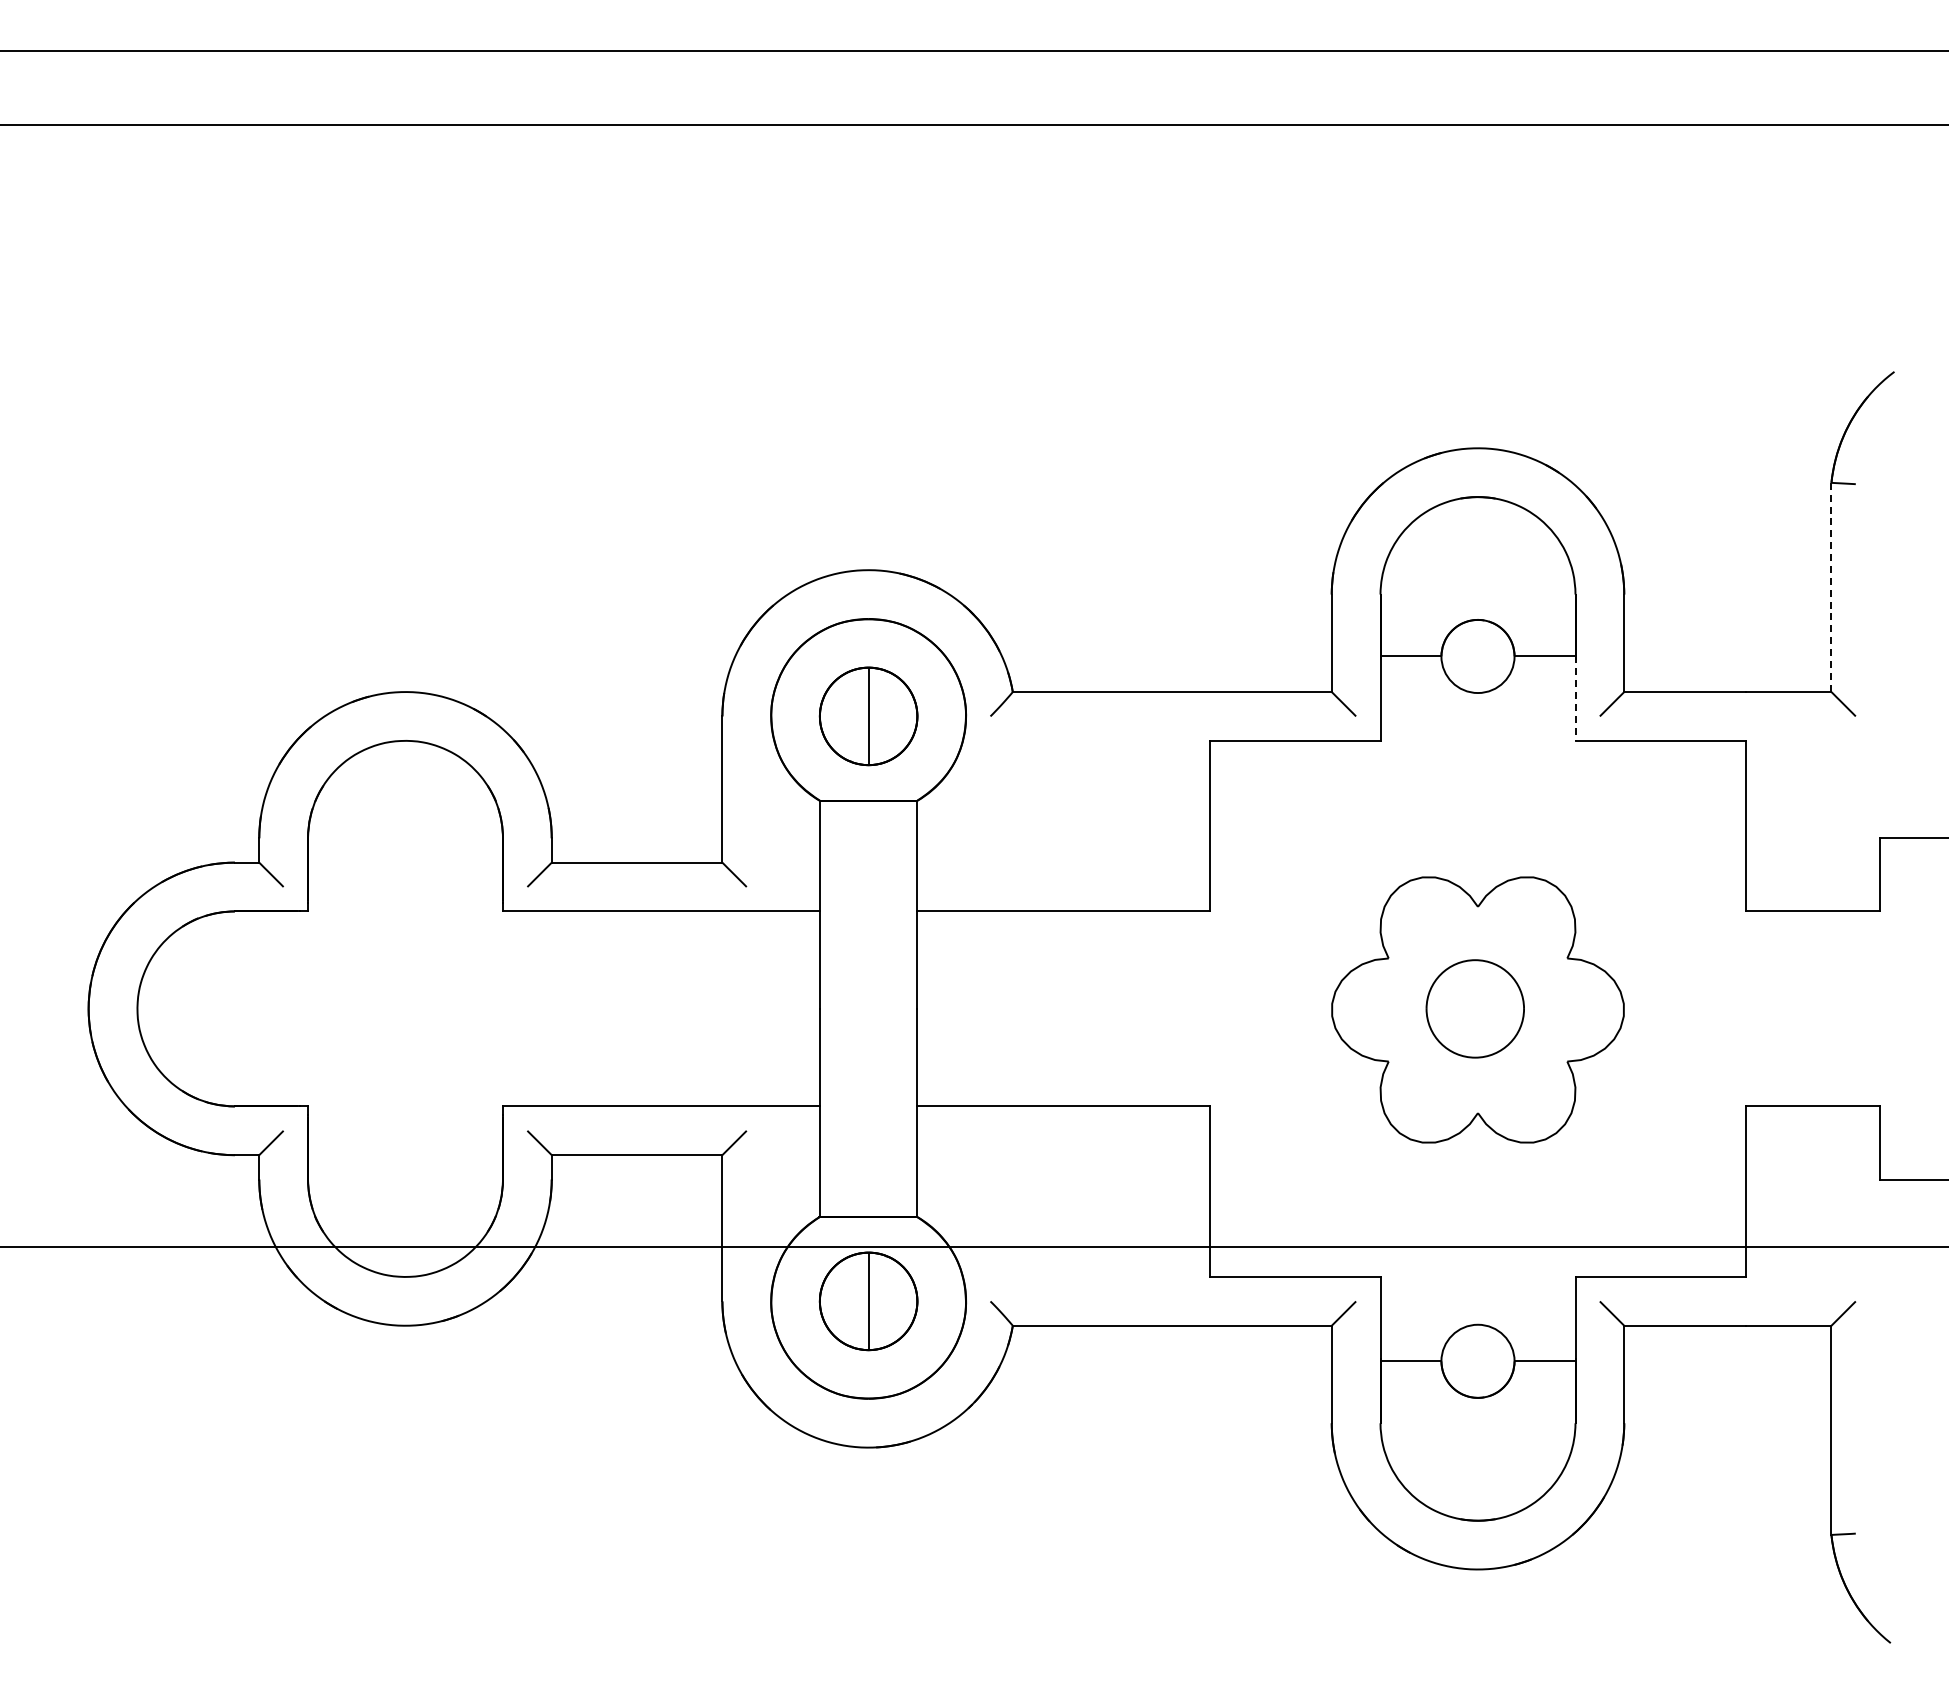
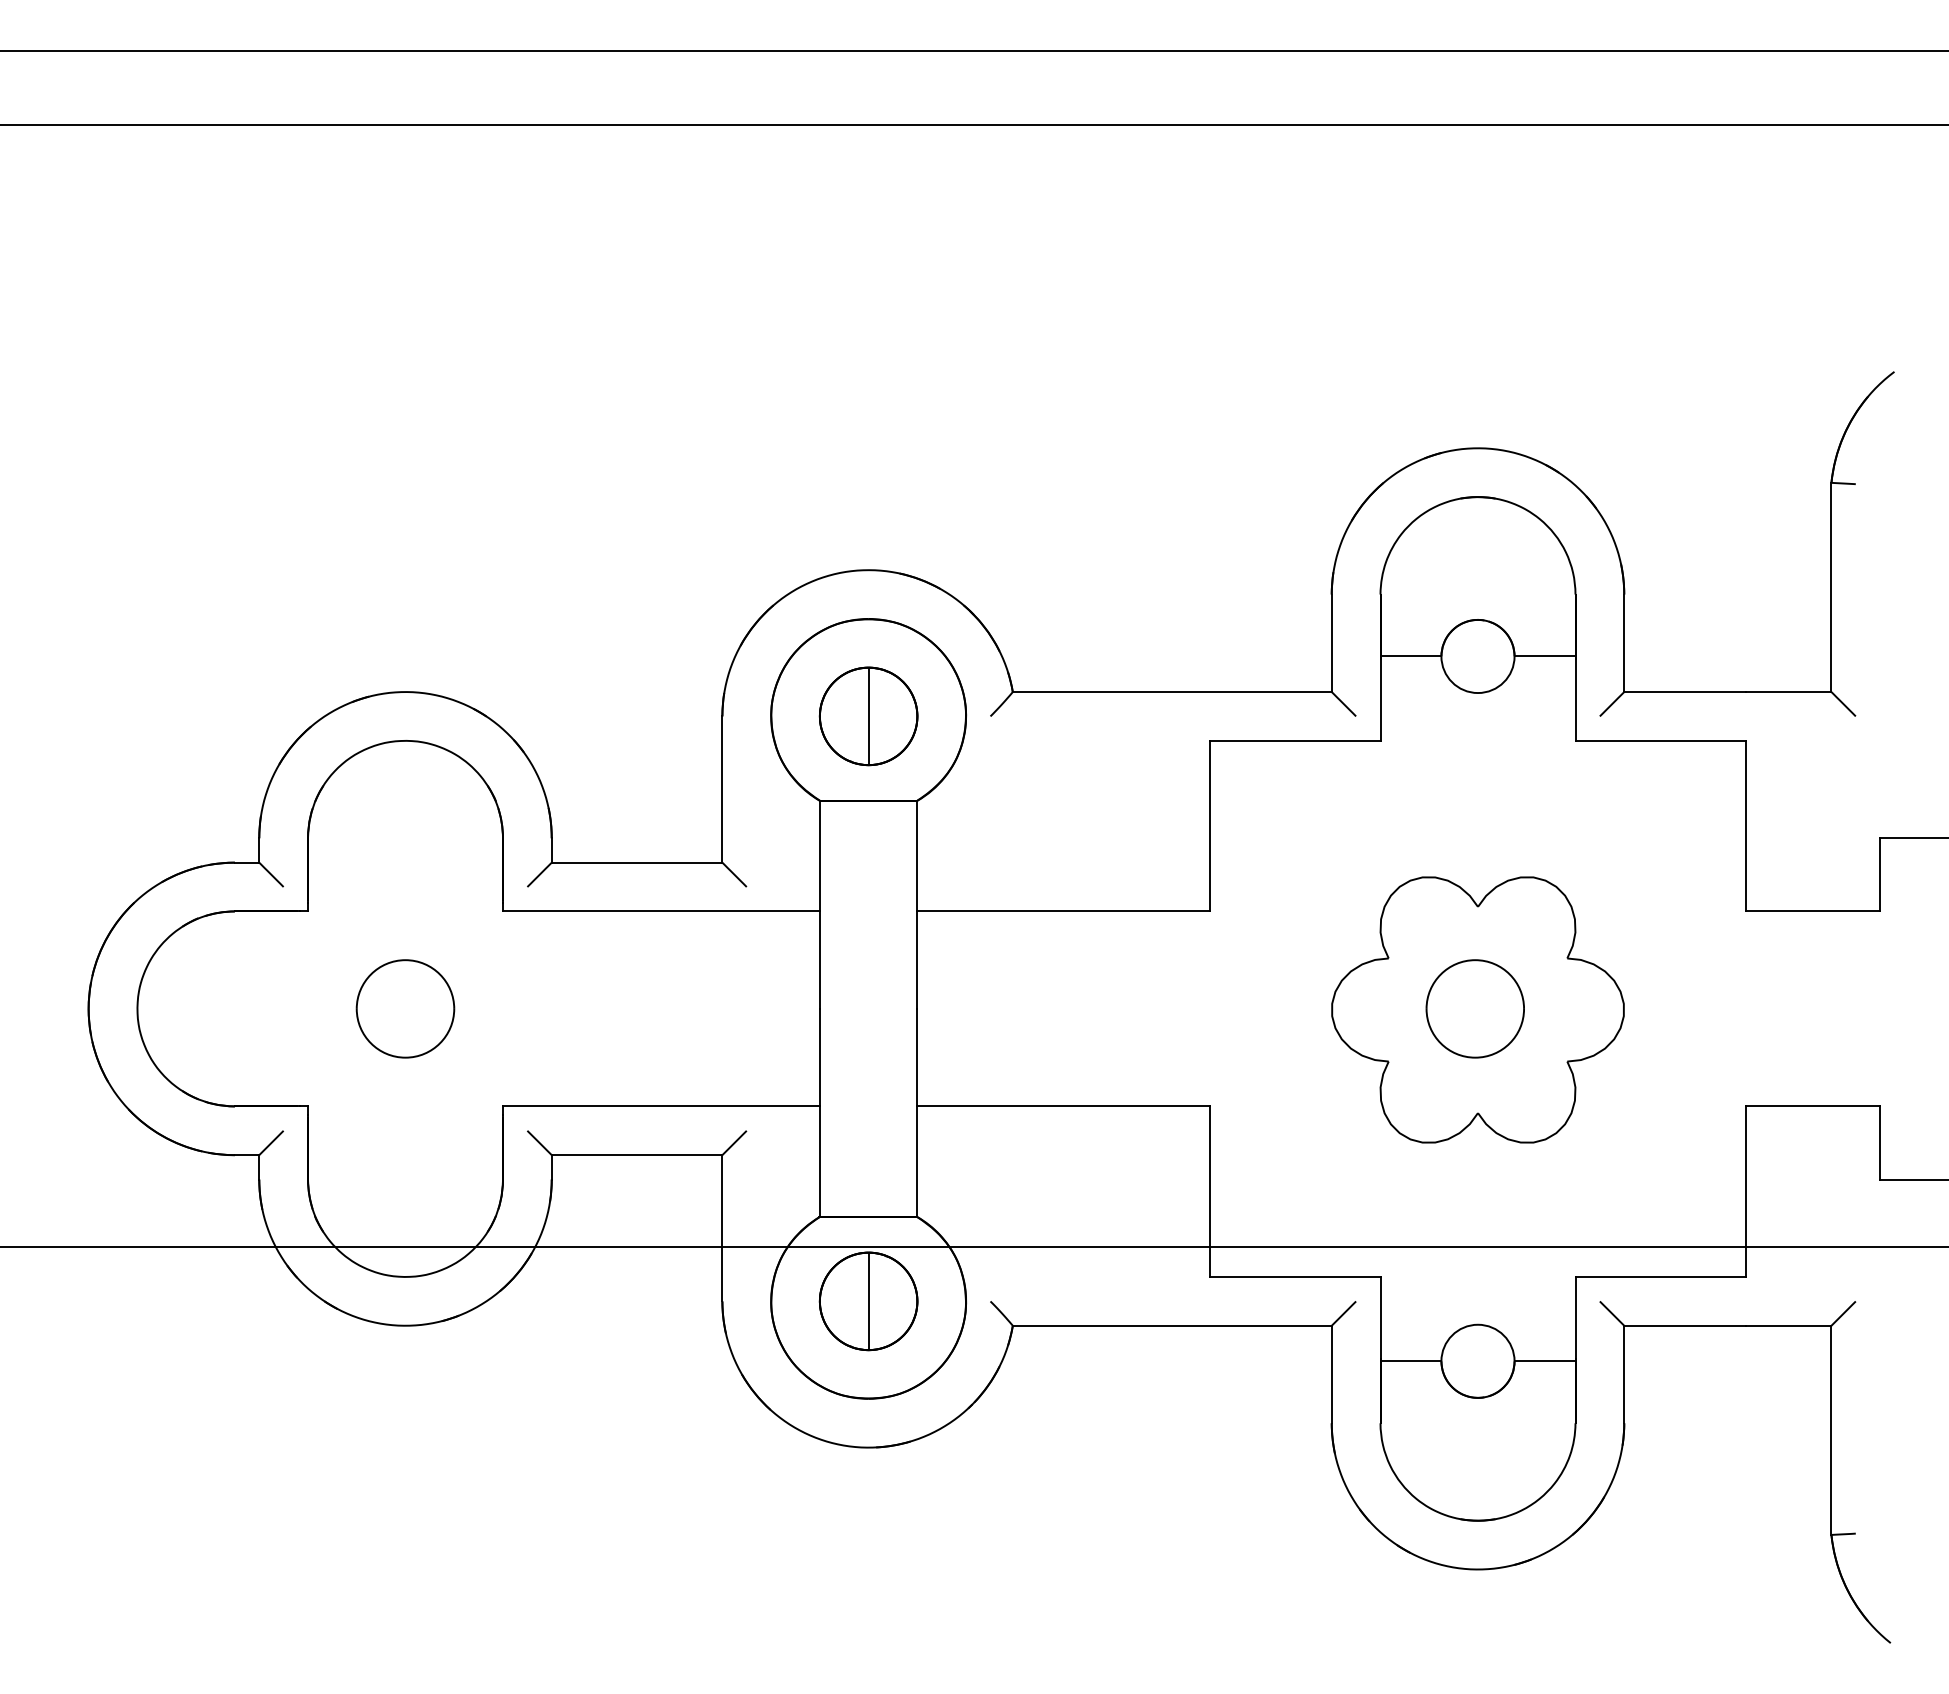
line at (1831, 587): dashed -> solid
line at (1575, 699): dashed -> solid
part at (405, 1008): none -> present
